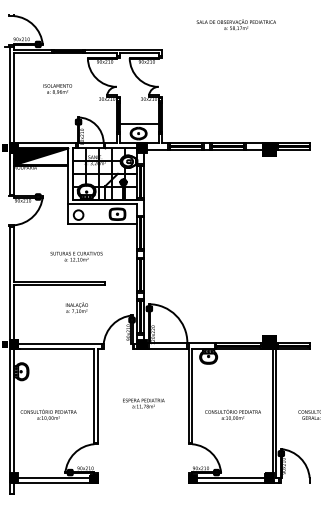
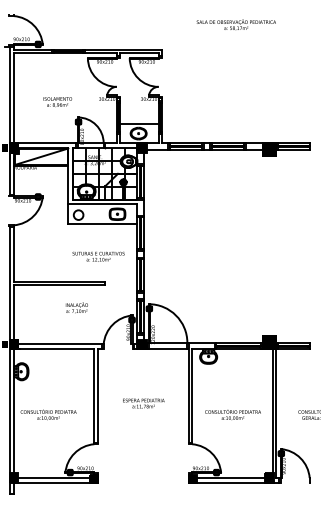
text at (57, 88) position: (57, 88) -> (57, 101)
hatch at (40, 156): present -> none
text at (76, 256) position: (76, 256) -> (98, 256)
